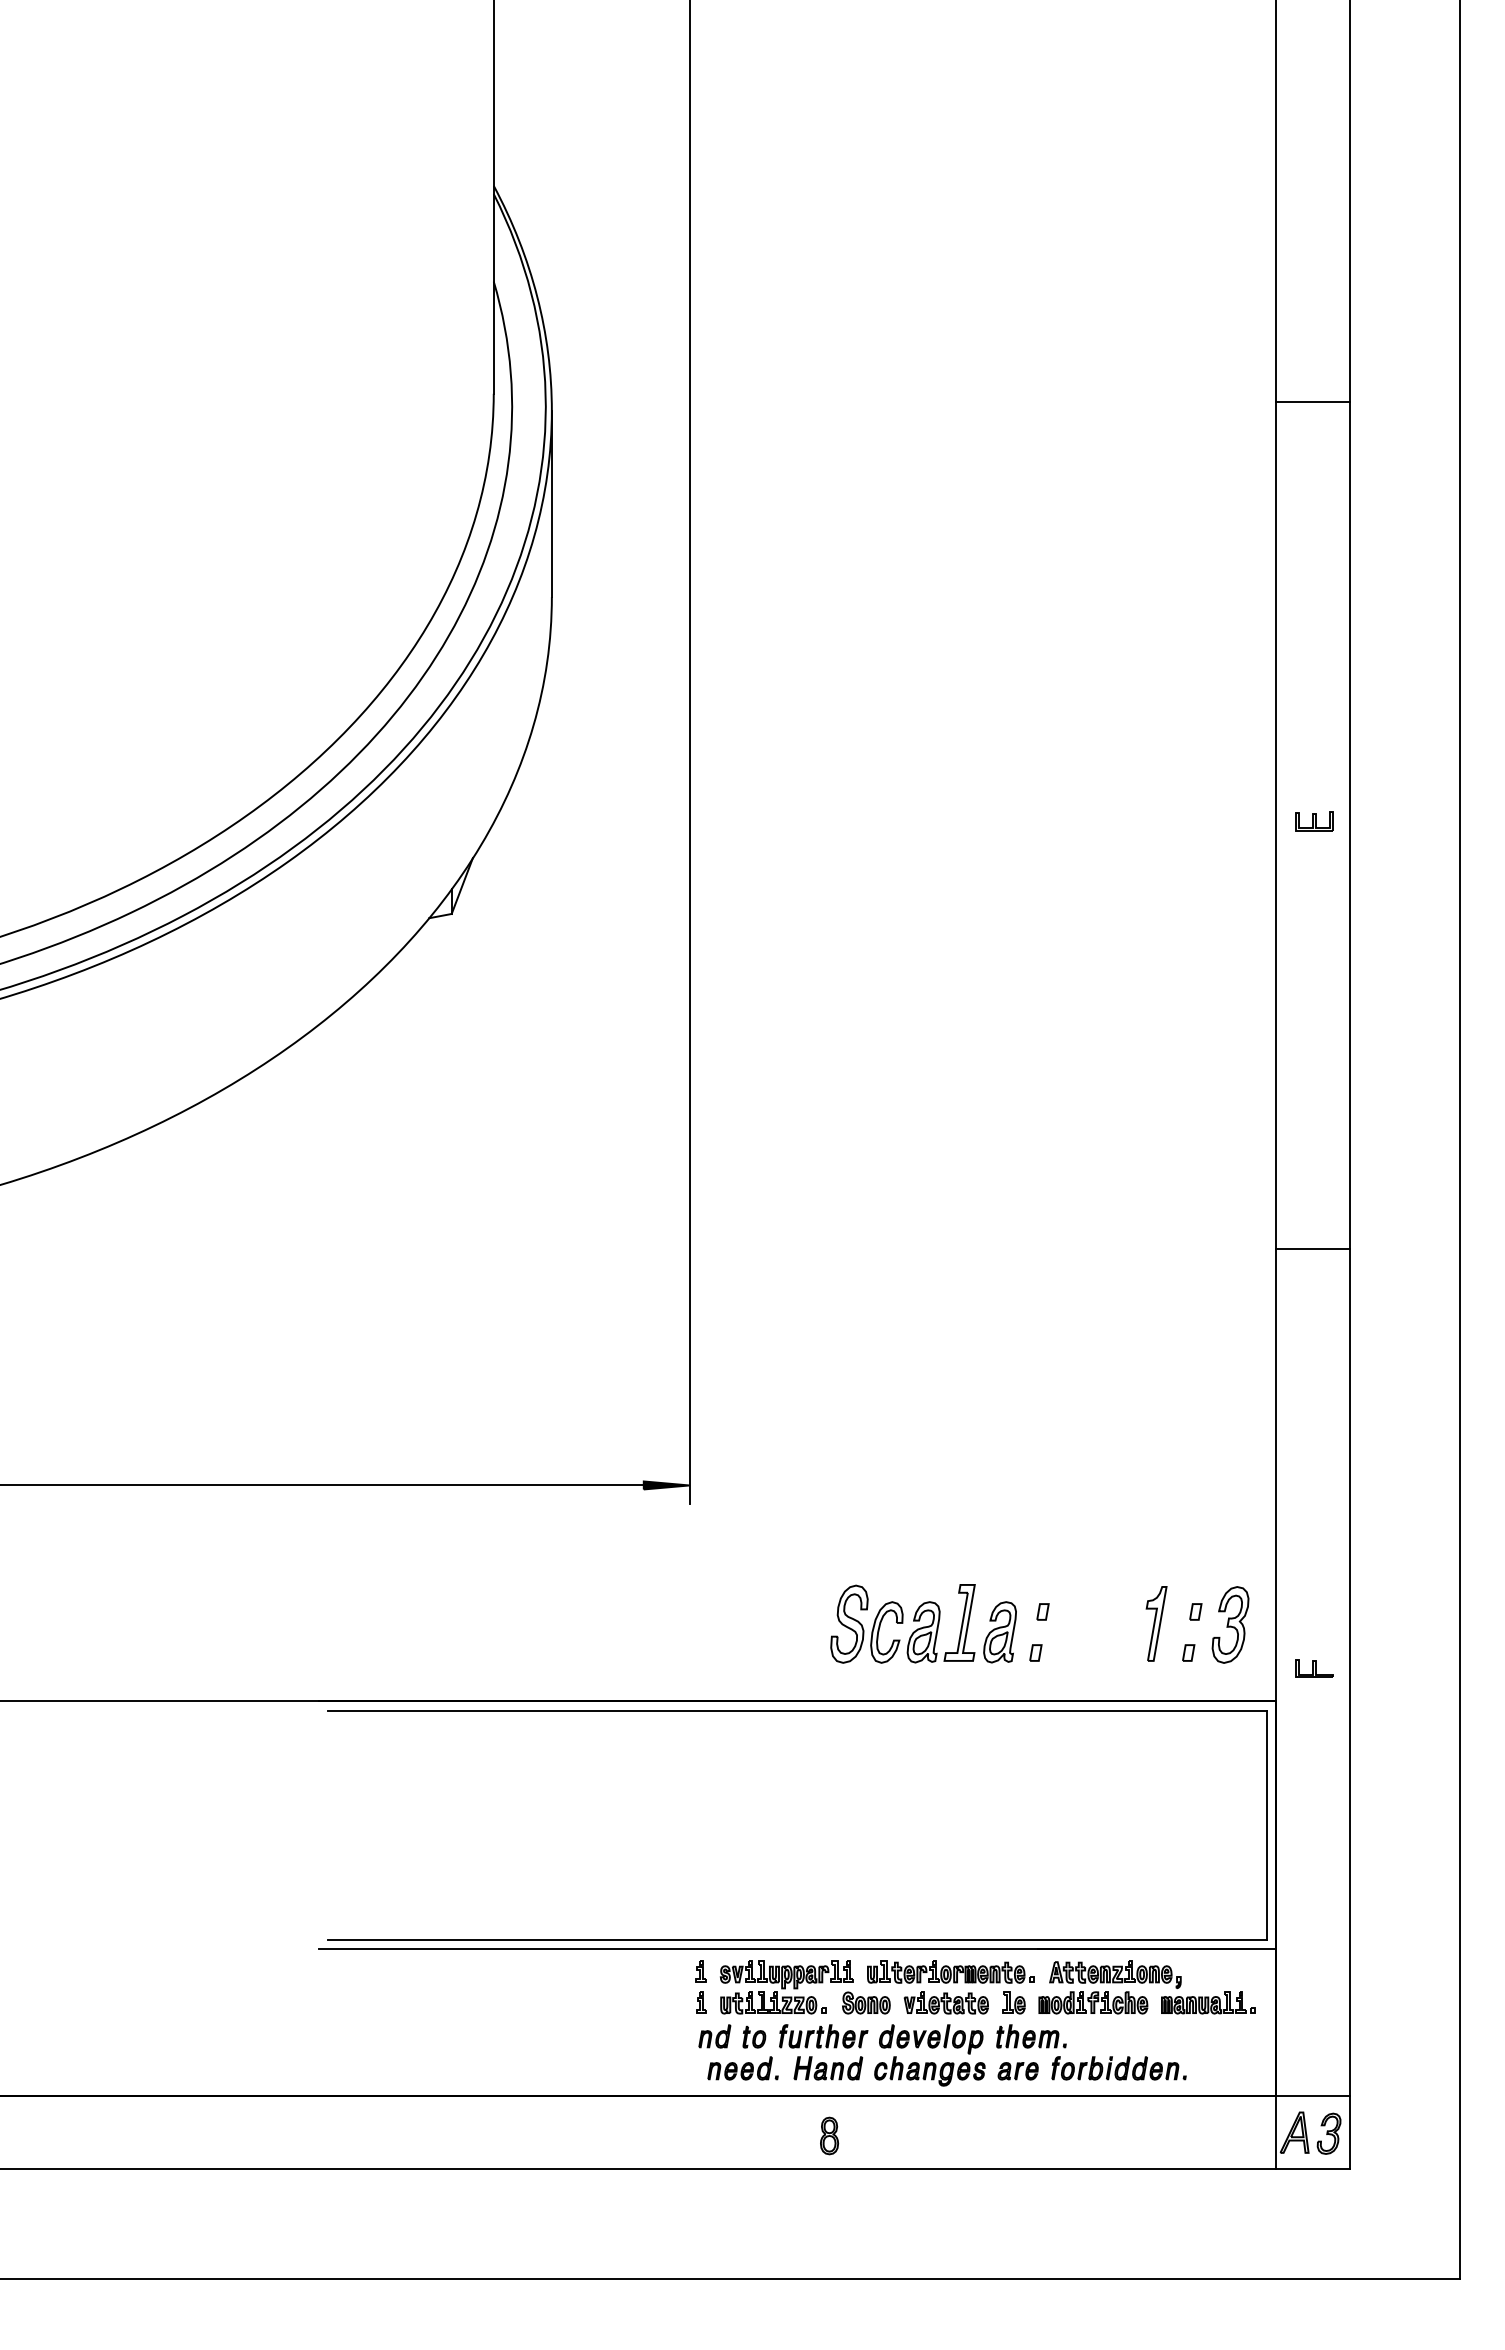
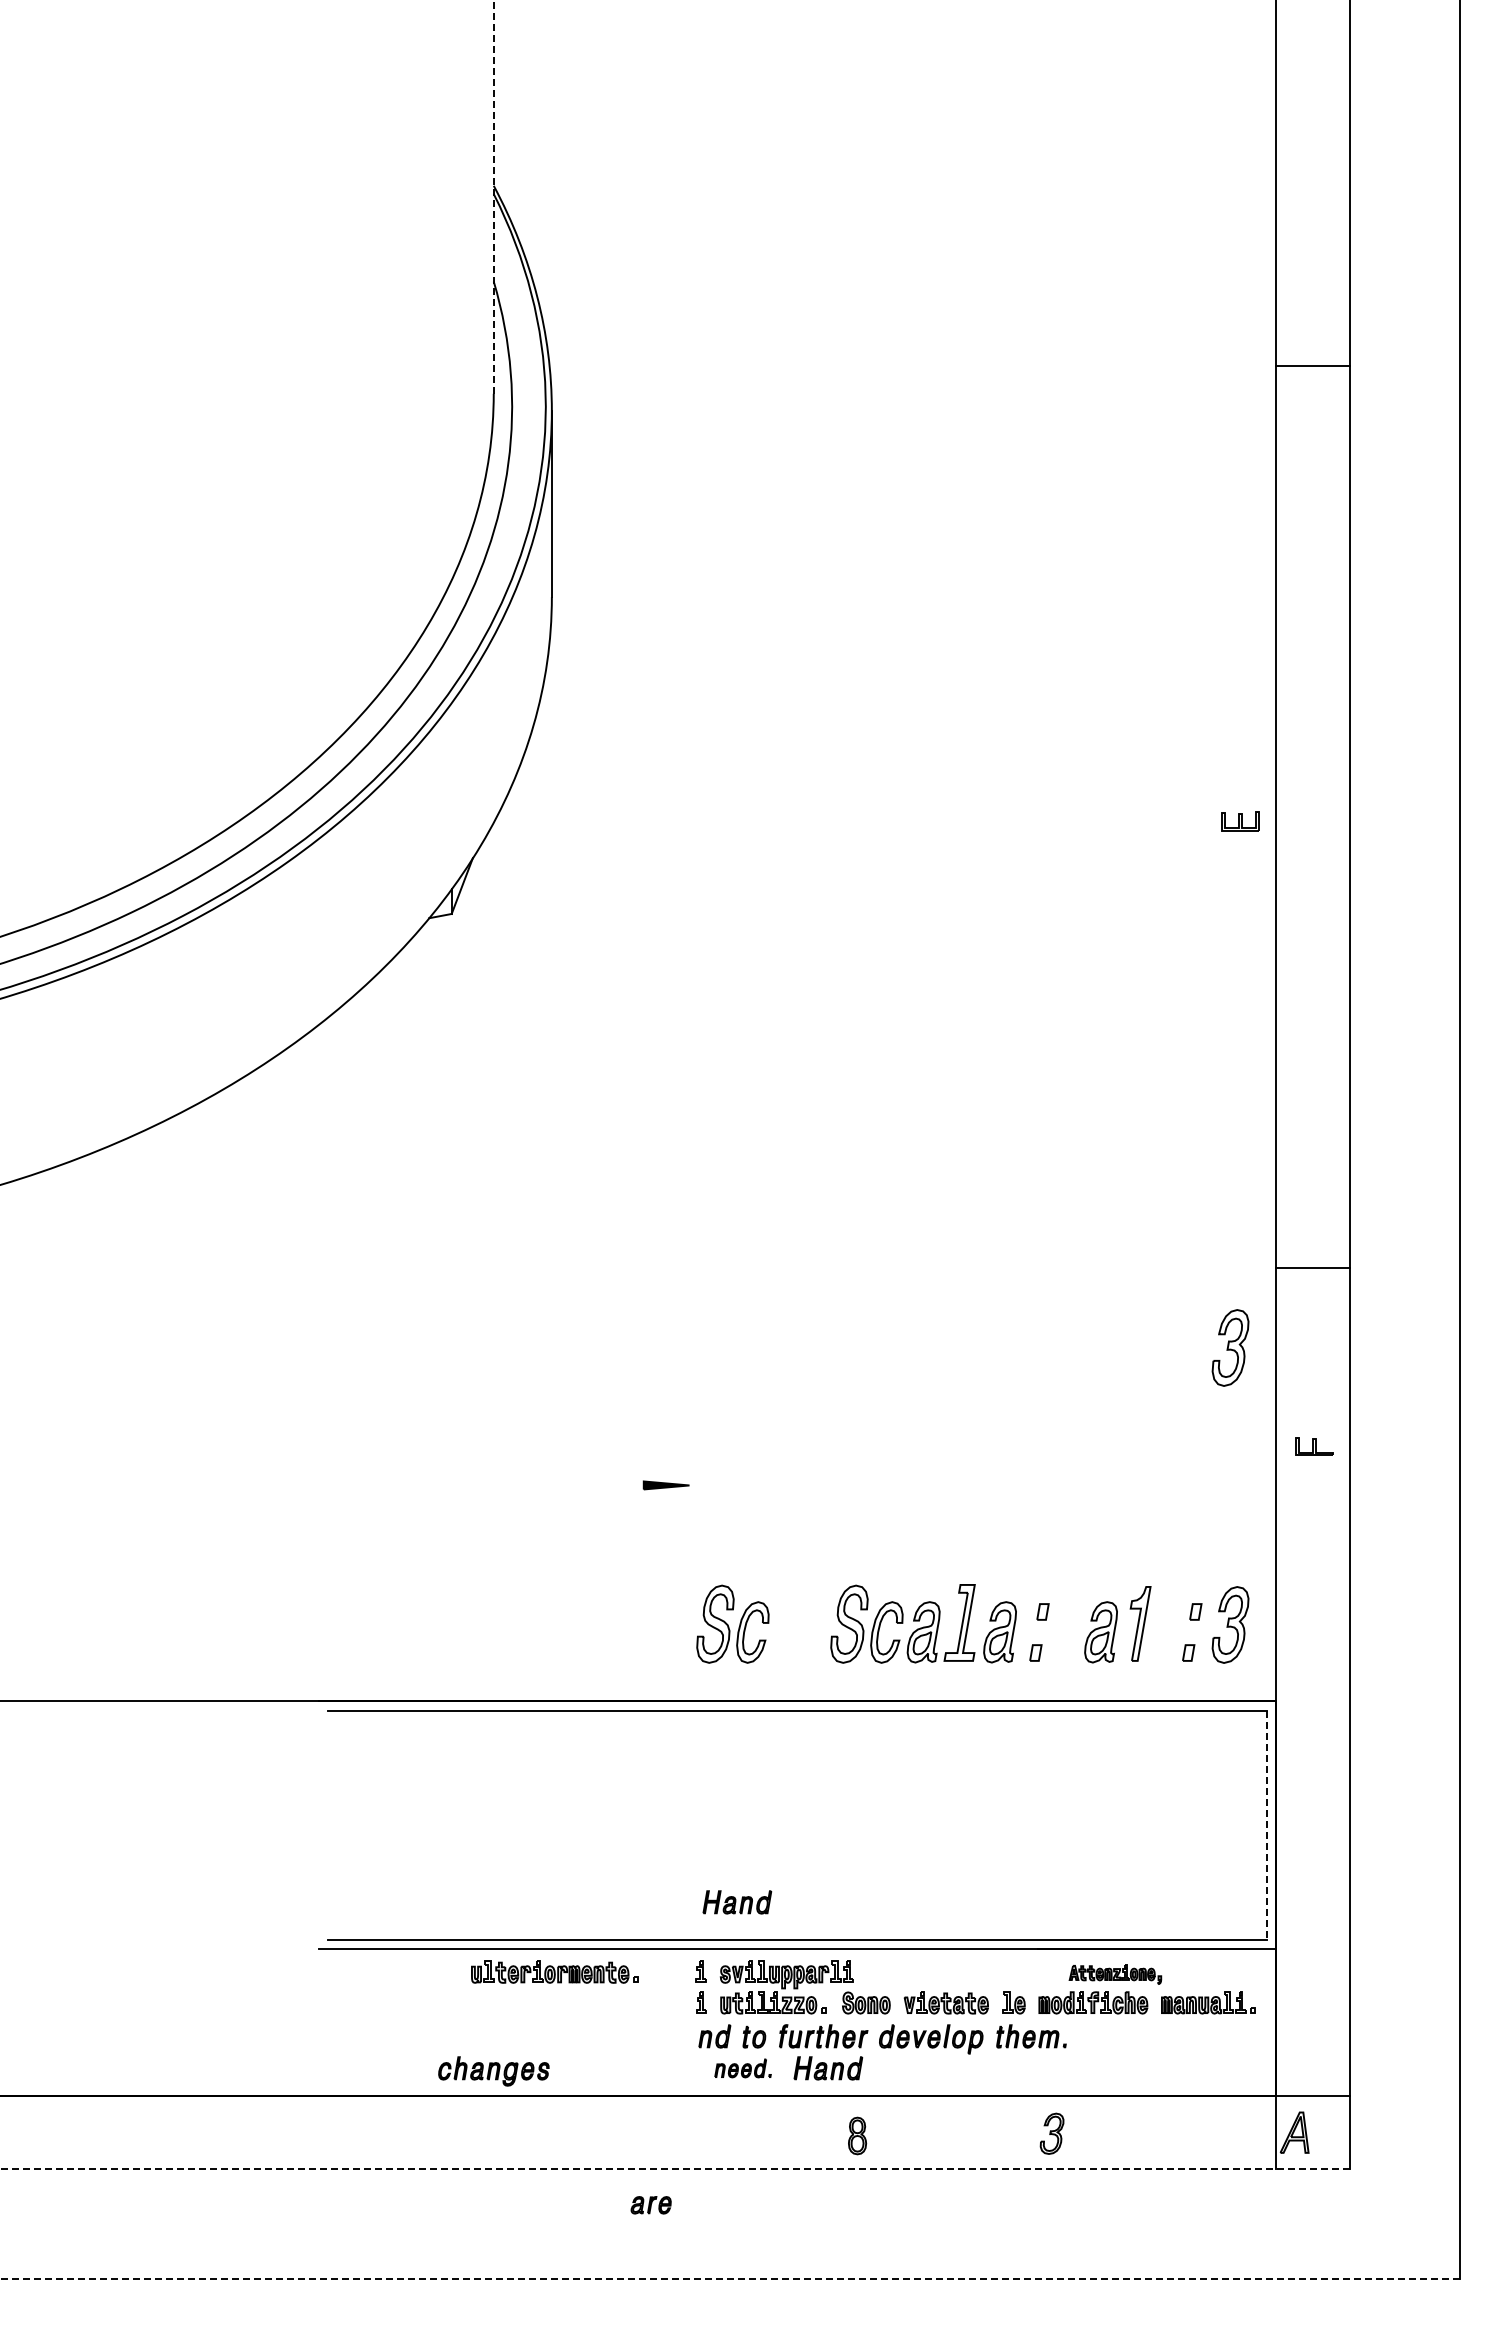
line at (493, 196): solid -> dashed
line at (1312, 401) position: (1312, 401) -> (1312, 365)
line at (689, 752): present -> none
part at (1314, 821) position: (1314, 821) -> (1240, 821)
line at (1312, 1248) position: (1312, 1248) -> (1312, 1267)
part at (1230, 1347): none -> present
line at (322, 1485): present -> none
part at (732, 1623): none -> present
part at (1156, 1623) position: (1156, 1623) -> (1140, 1623)
part at (1100, 1632): none -> present
part at (1314, 1668) position: (1314, 1668) -> (1314, 1446)
line at (1267, 1825): solid -> dashed
part at (737, 1902): none -> present
part at (950, 1971) position: (950, 1971) -> (554, 1971)
part at (1115, 1974) size: 133x29 px -> 95x21 px
part at (742, 2068) size: 72x25 px -> 58x21 px
part at (1118, 2068): present -> none
part at (929, 2071) position: (929, 2071) -> (493, 2071)
part at (1017, 2071) position: (1017, 2071) -> (650, 2205)
part at (1328, 2133) position: (1328, 2133) -> (1051, 2133)
part at (829, 2135) position: (829, 2135) -> (857, 2135)
line at (675, 2169): solid -> dashed
line at (730, 2279): solid -> dashed
